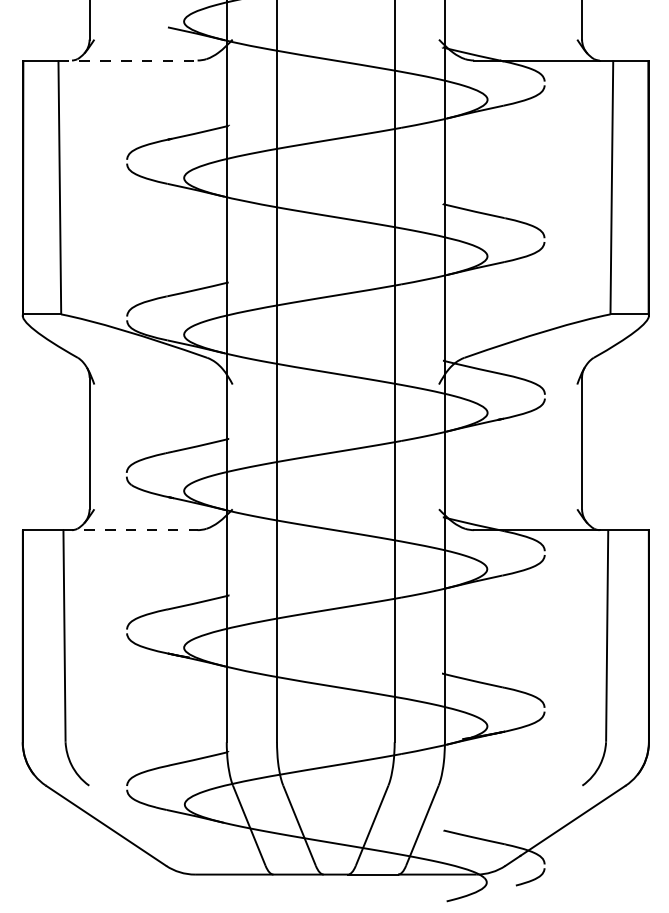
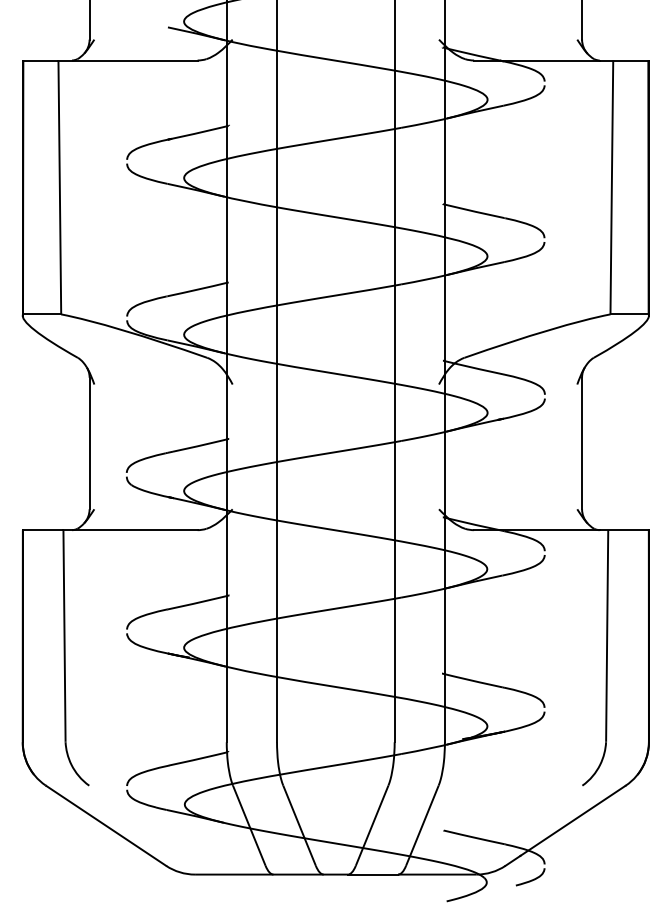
line at (128, 60): dashed -> solid
line at (131, 530): dashed -> solid
